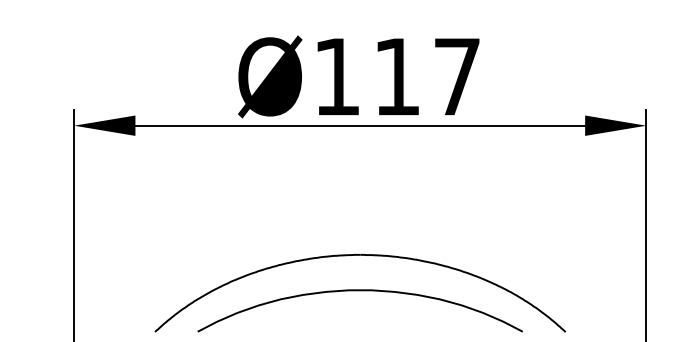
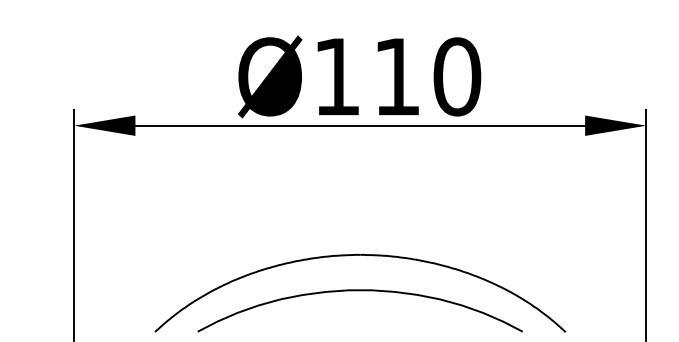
text at (457, 76): Ø117 -> Ø110
